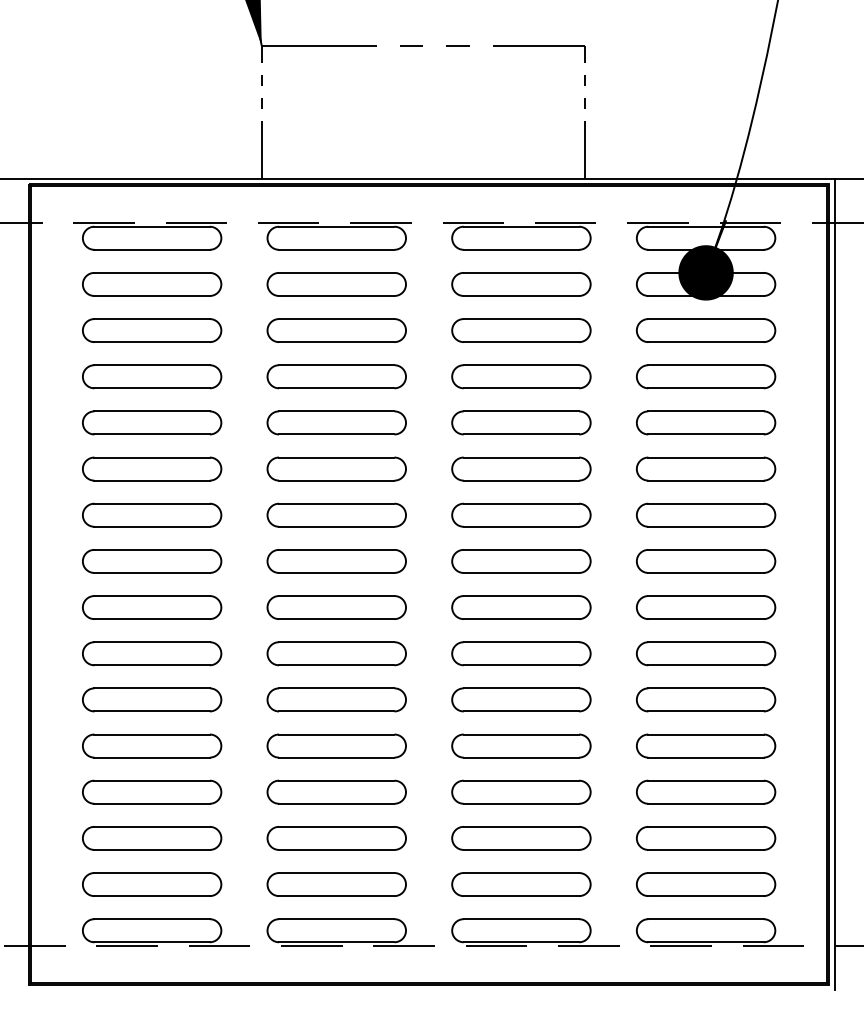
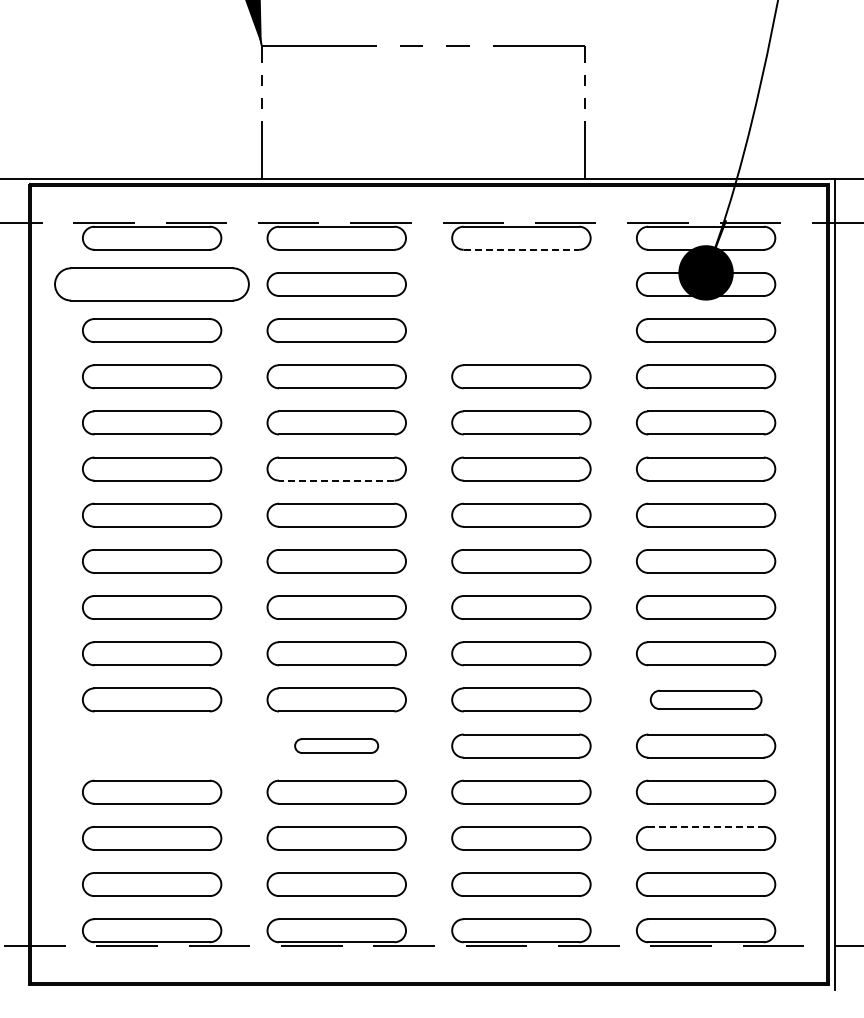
line at (521, 249): solid -> dashed
part at (152, 284) size: 141x25 px -> 196x35 px
part at (521, 284): present -> none
part at (521, 330): present -> none
line at (336, 480): solid -> dashed
part at (706, 699) size: 141x26 px -> 114x21 px
part at (152, 745): present -> none
part at (336, 745) size: 141x26 px -> 86x16 px
line at (706, 826): solid -> dashed
